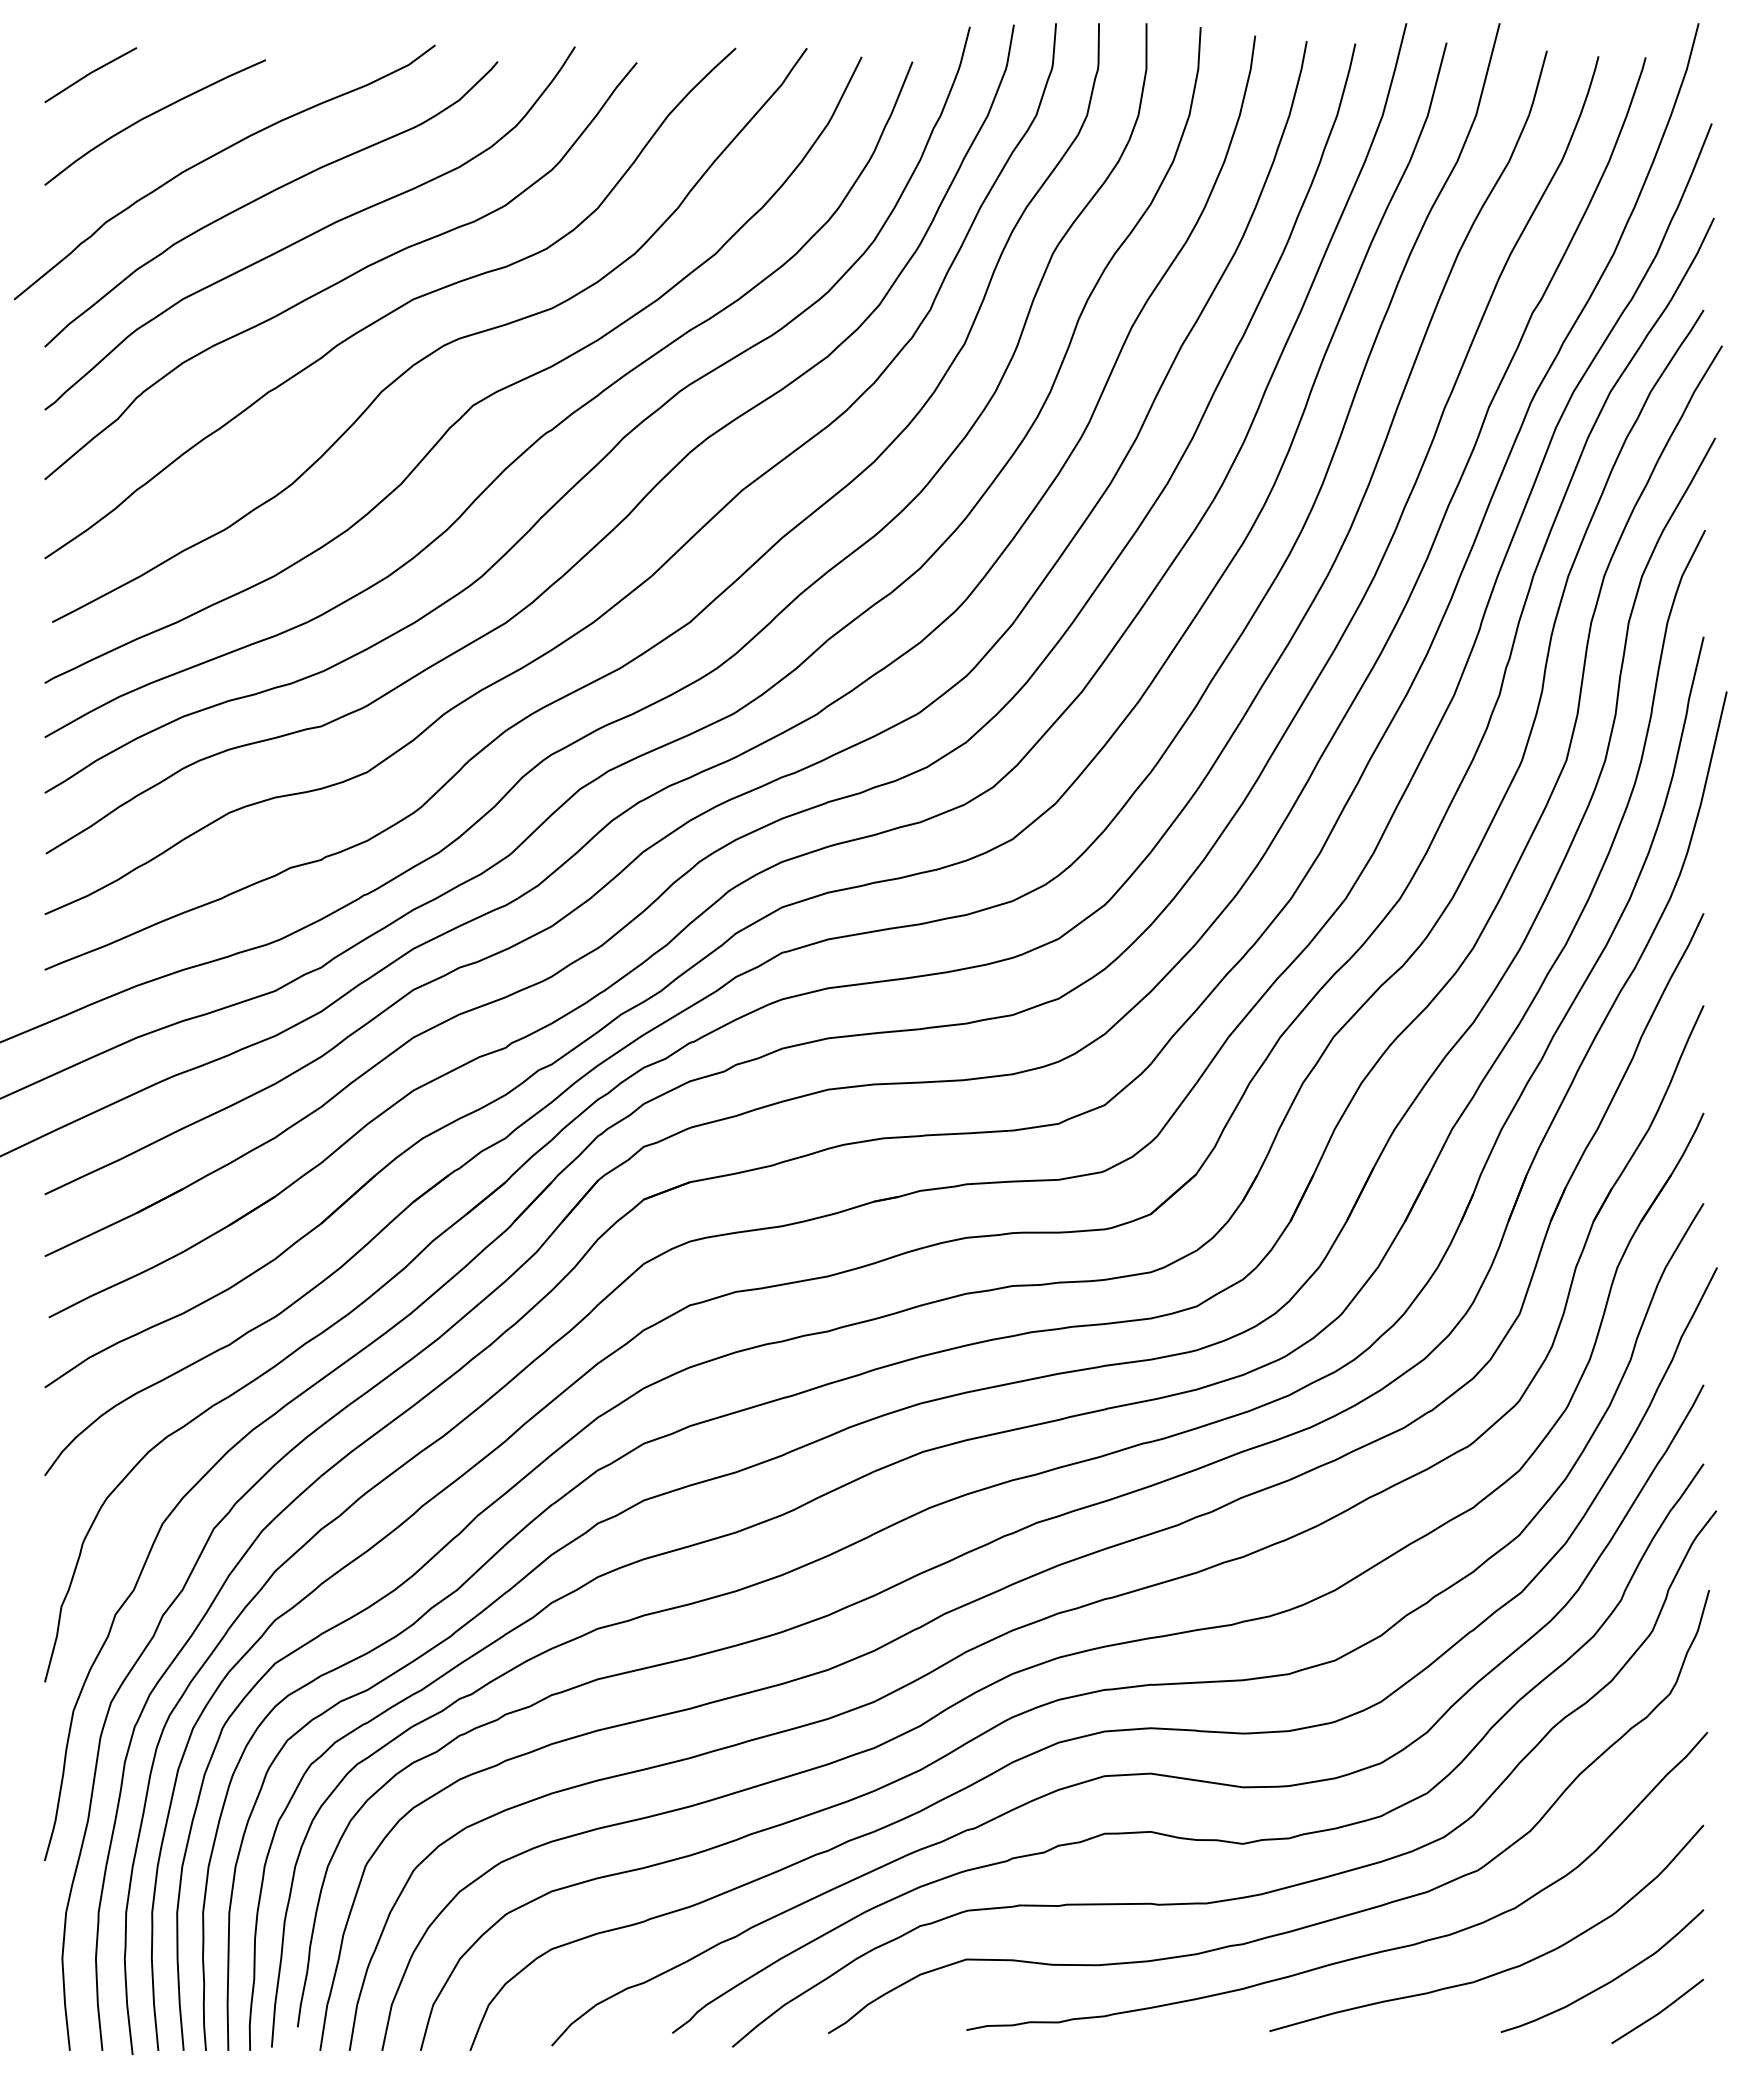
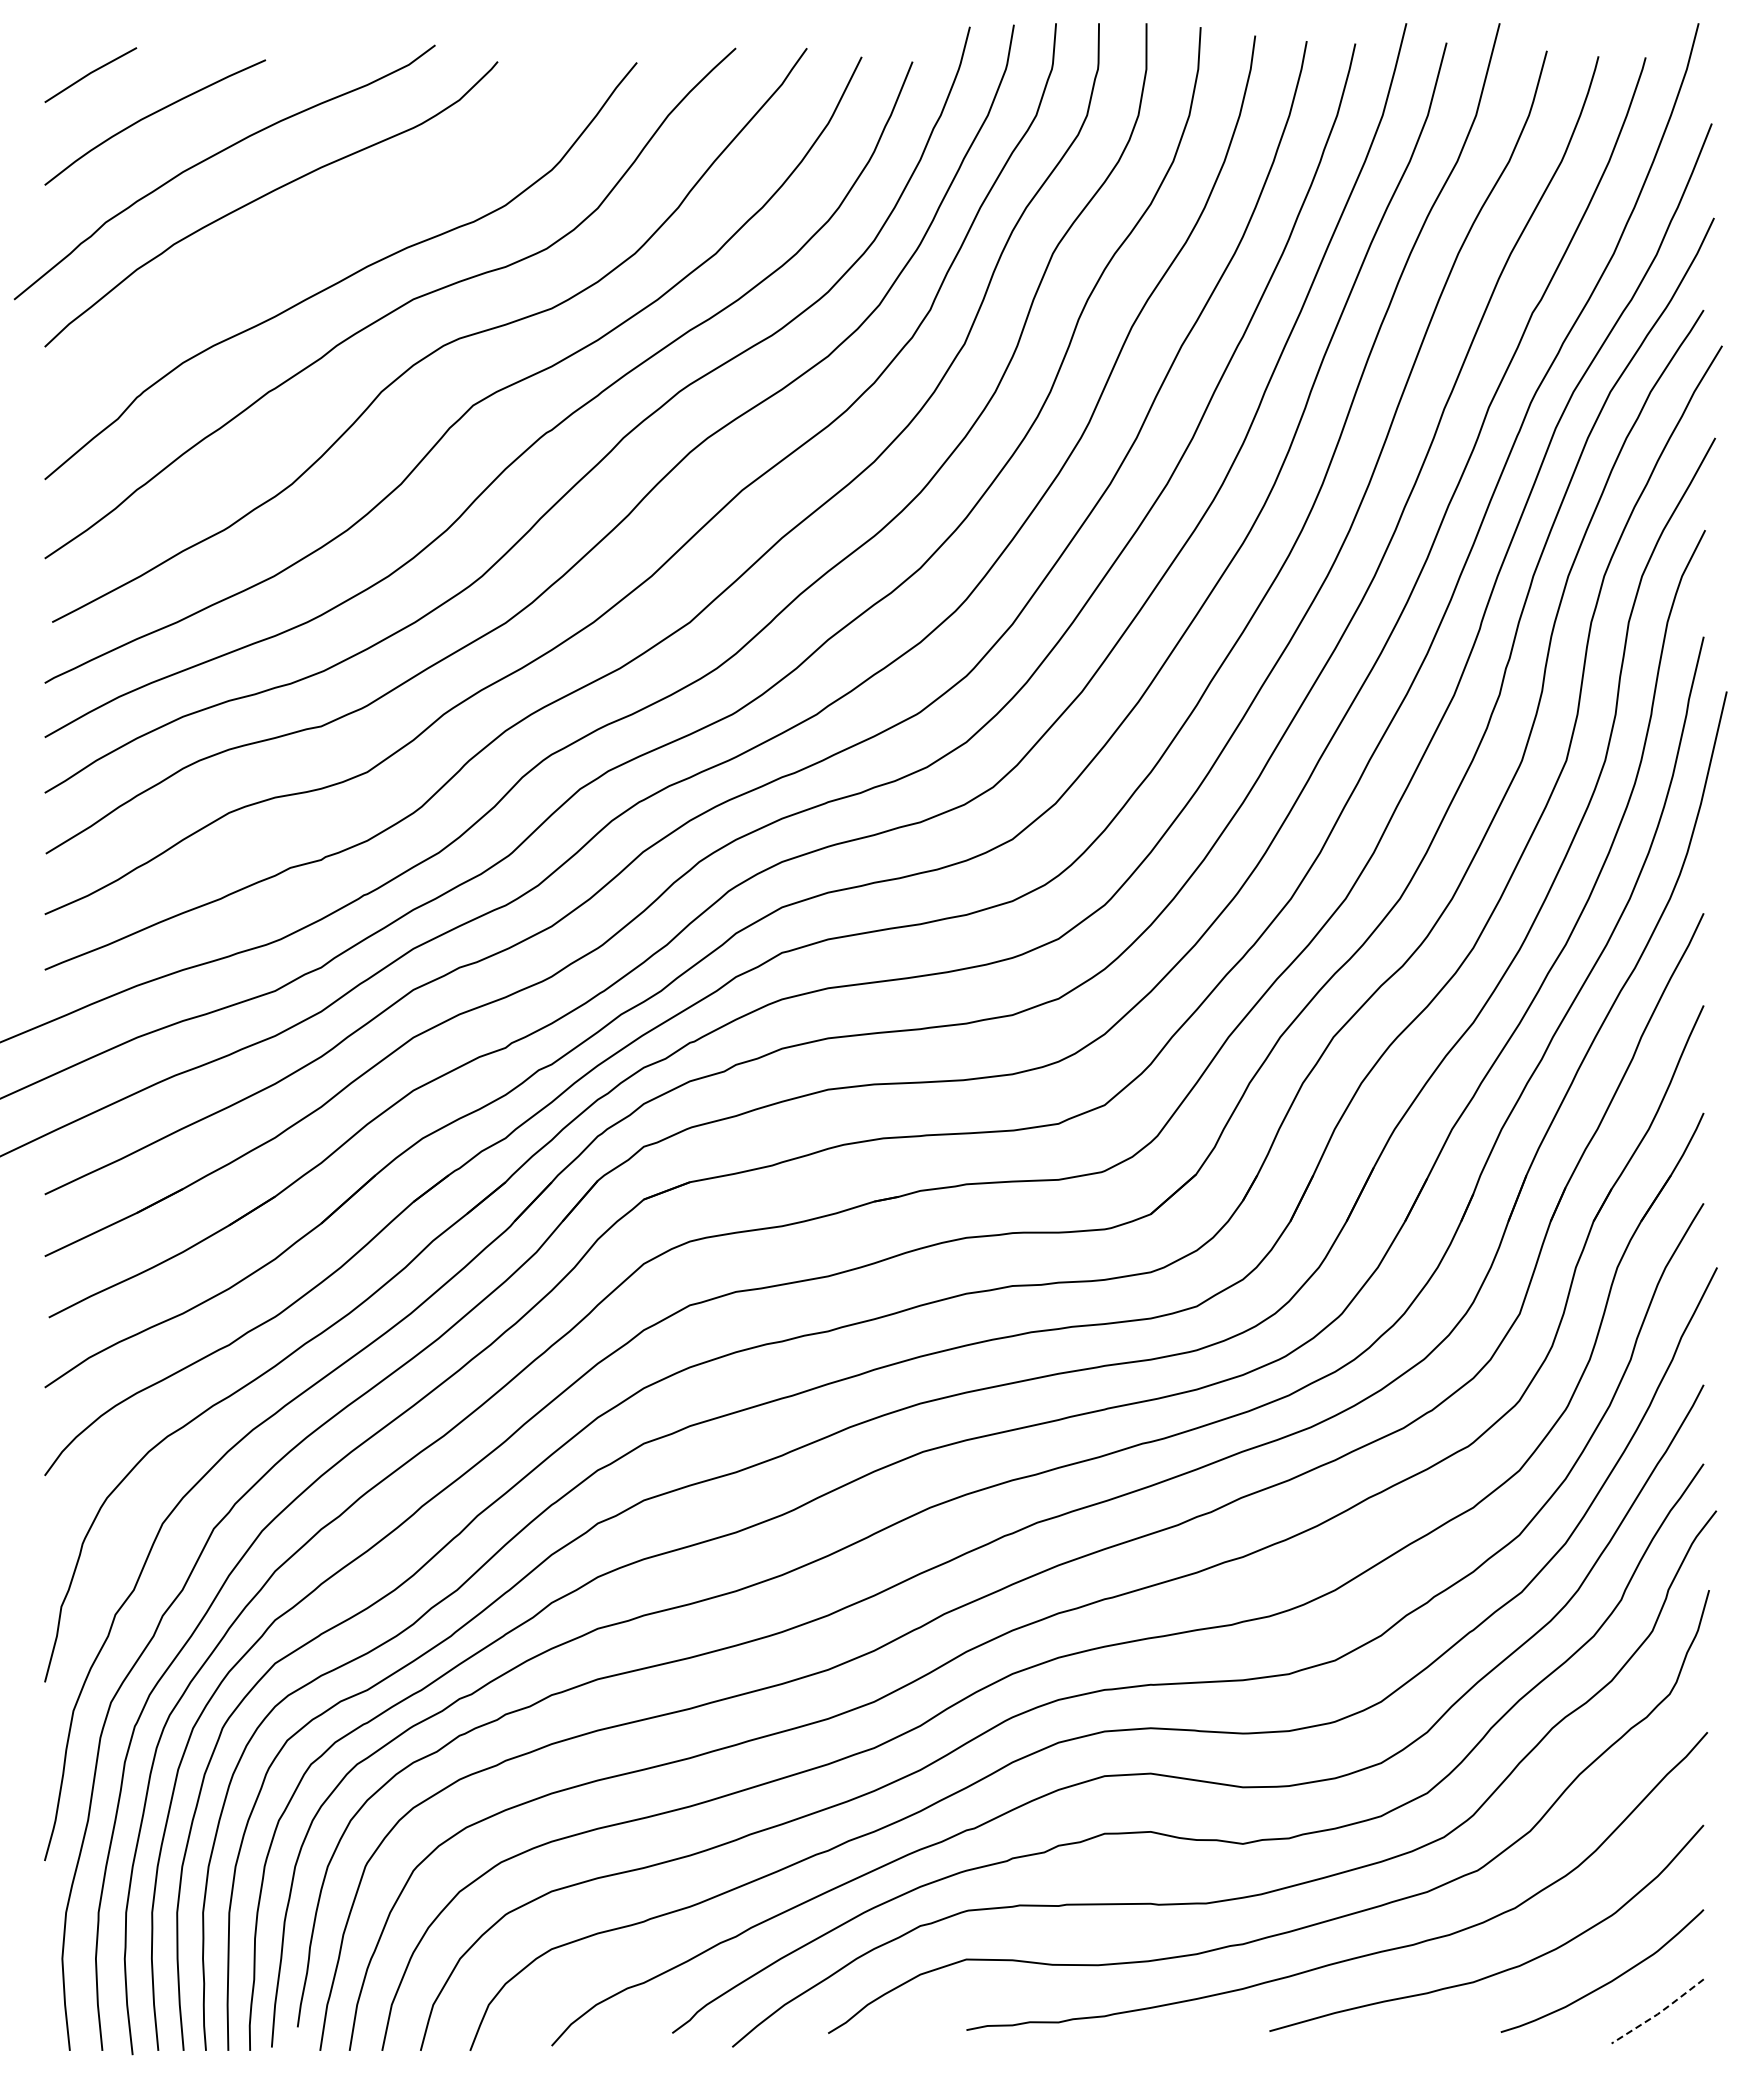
curve at (311, 233): present -> none
line at (1658, 2013): solid -> dashed
